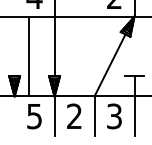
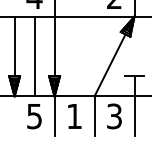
line at (14, 46): none -> present
line at (28, 56) position: (28, 56) -> (34, 56)
text at (74, 115): 2 -> 1
